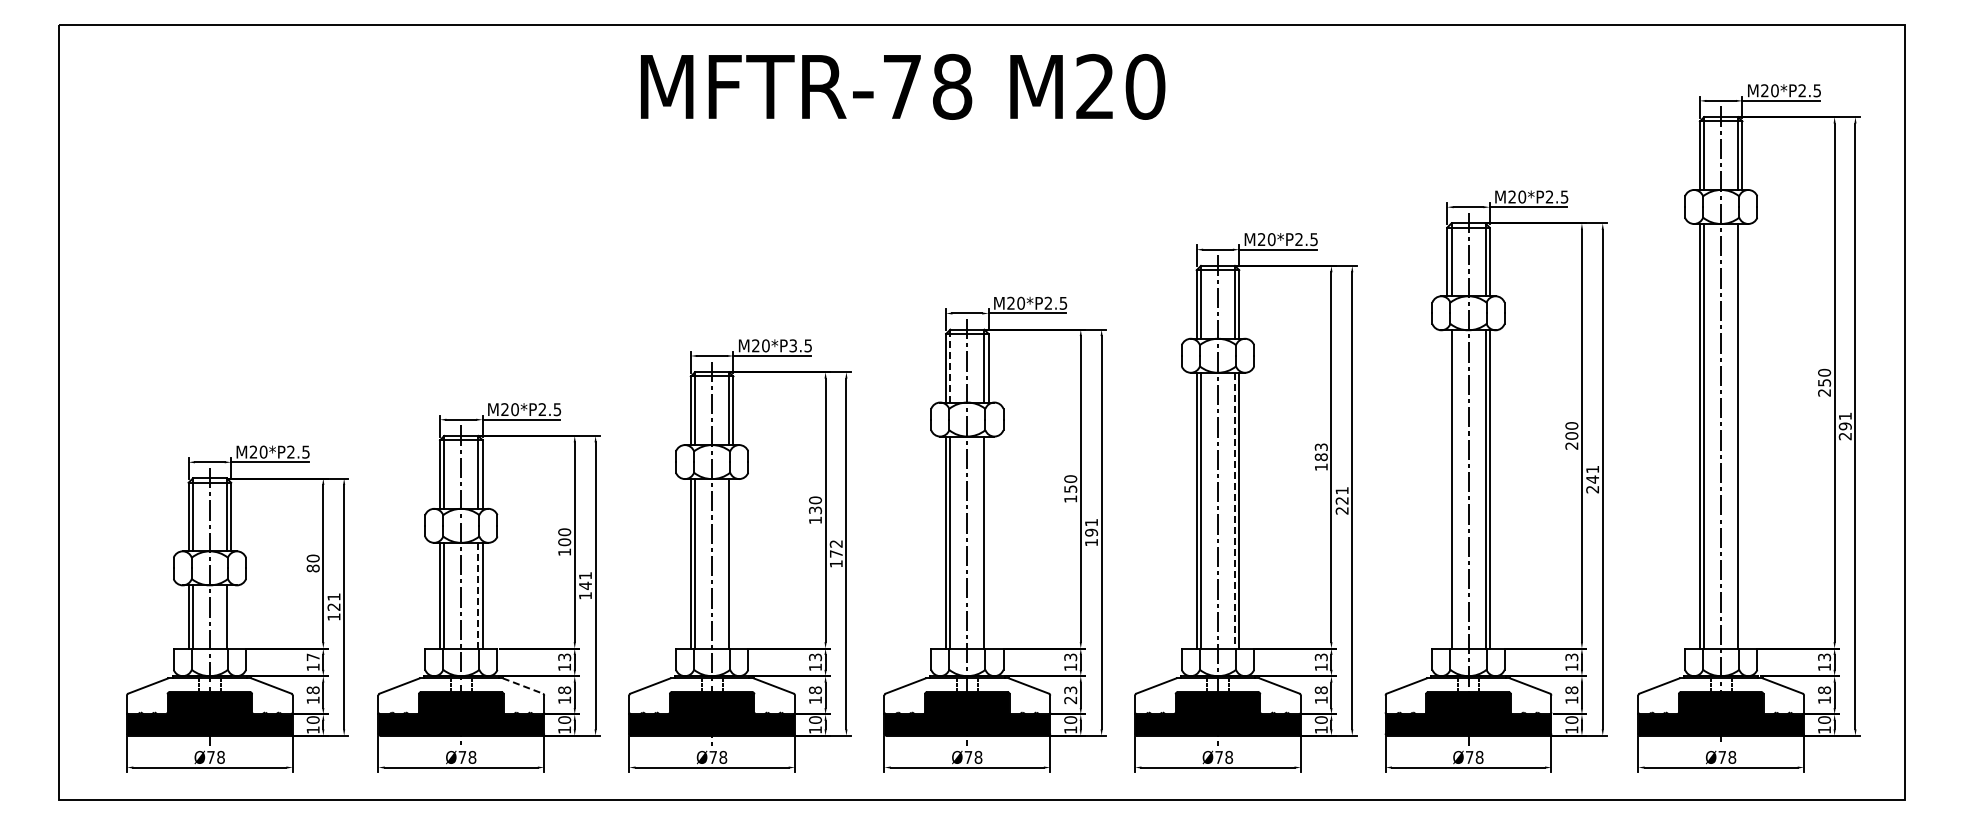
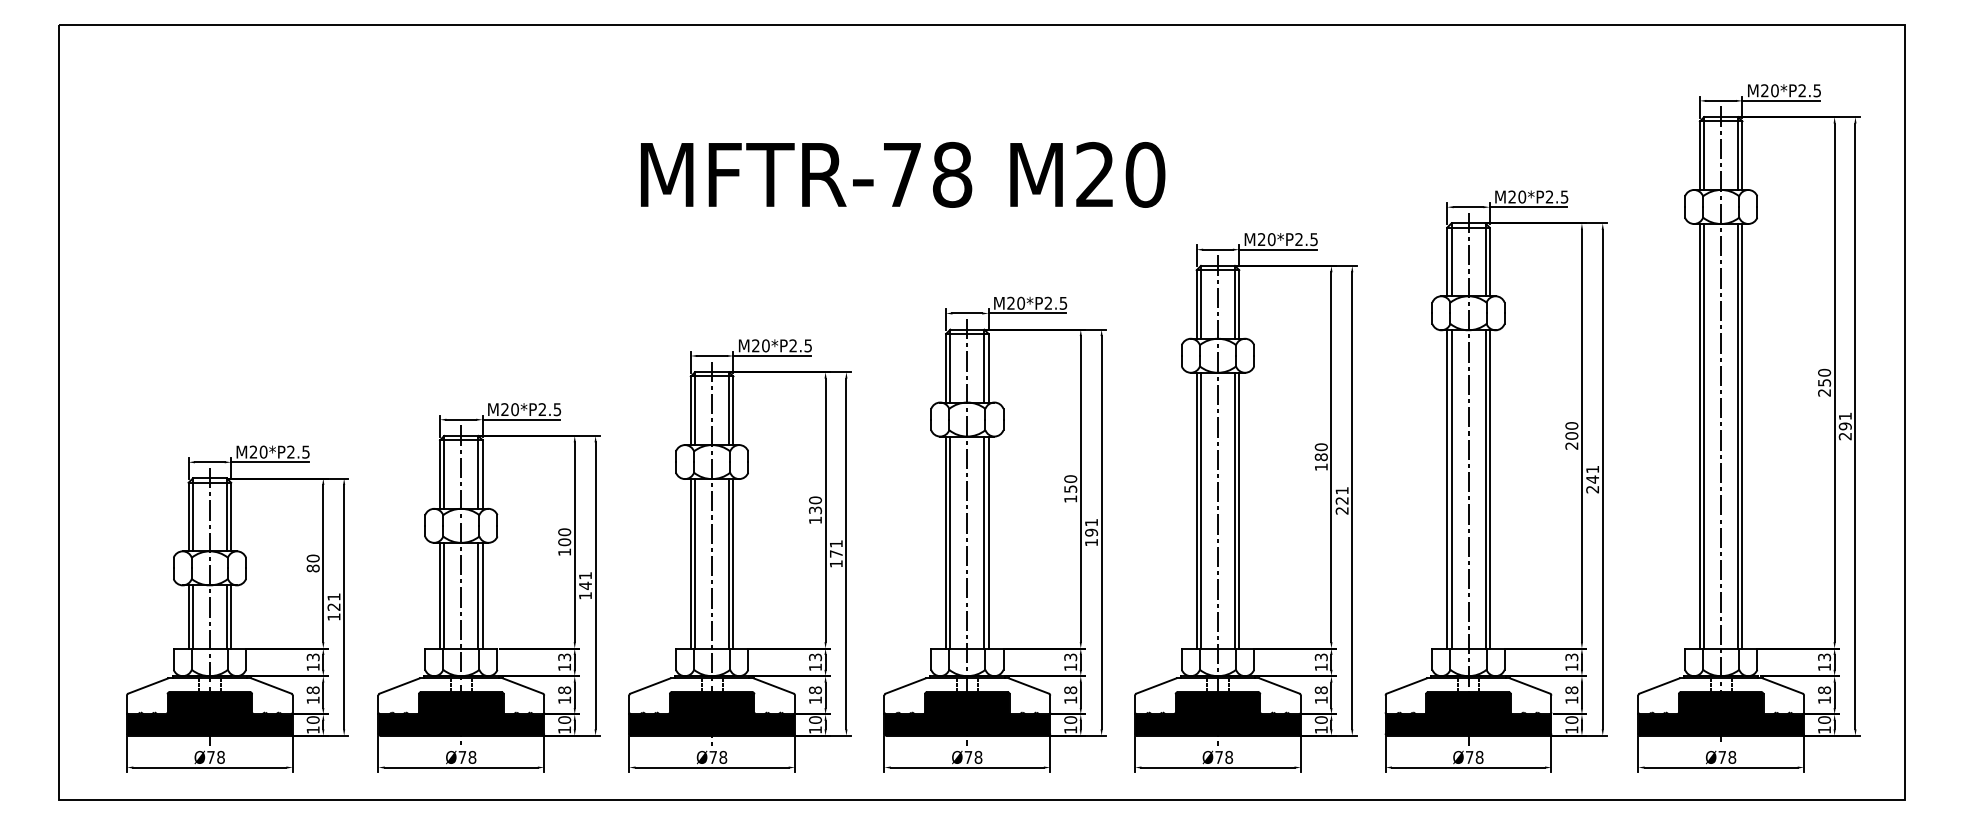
text at (903, 86) position: (903, 86) -> (903, 174)
text at (792, 345): M20*P3.5 -> M20*P2.5
line at (950, 366): dashed -> solid
line at (1742, 436): none -> present
text at (1320, 447): 183 -> 180
line at (1447, 489): none -> present
line at (1234, 510): dashed -> solid
line at (988, 542): none -> present
text at (835, 543): 172 -> 171
line at (733, 563): none -> present
line at (478, 595): dashed -> solid
line at (231, 616): none -> present
text at (312, 657): 17 -> 13
line at (522, 686): dashed -> solid
text at (1070, 695): 23 -> 18
